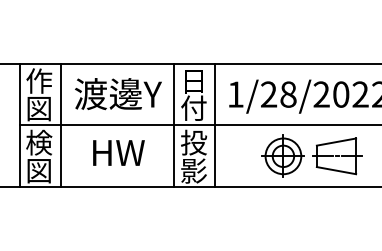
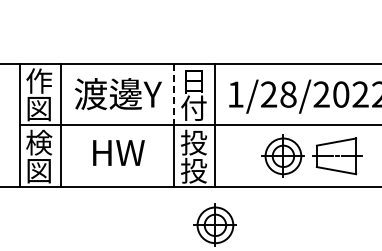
line at (174, 94): solid -> dashed
text at (194, 170): 影 -> 投
part at (214, 224): none -> present
